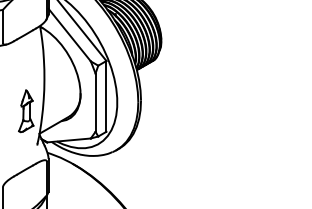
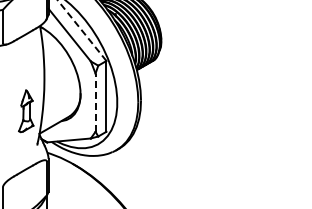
line at (82, 30): solid -> dashed
line at (95, 102): solid -> dashed
